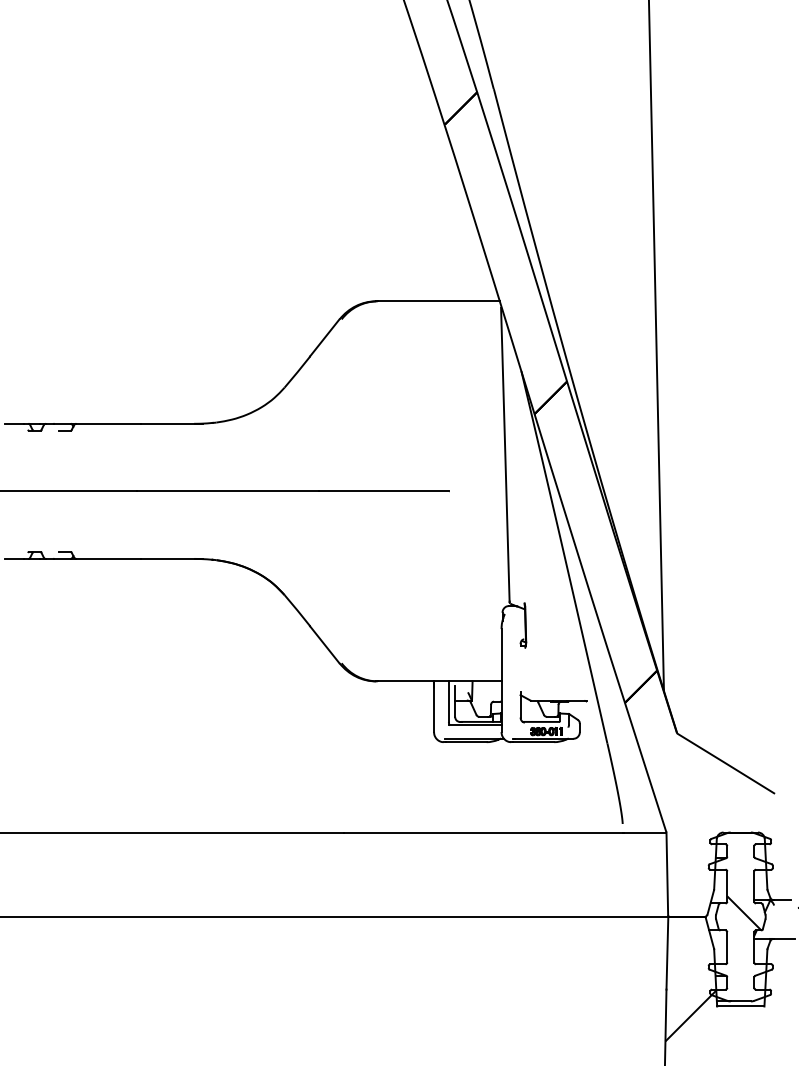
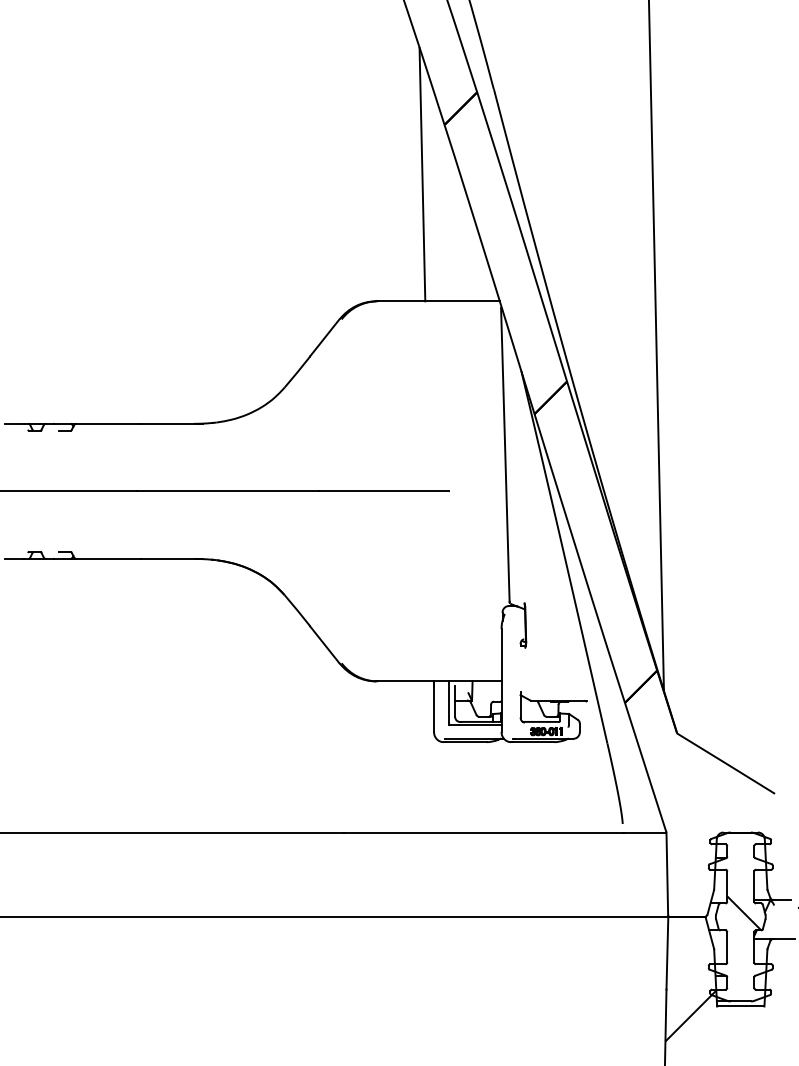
line at (422, 174): none -> present
